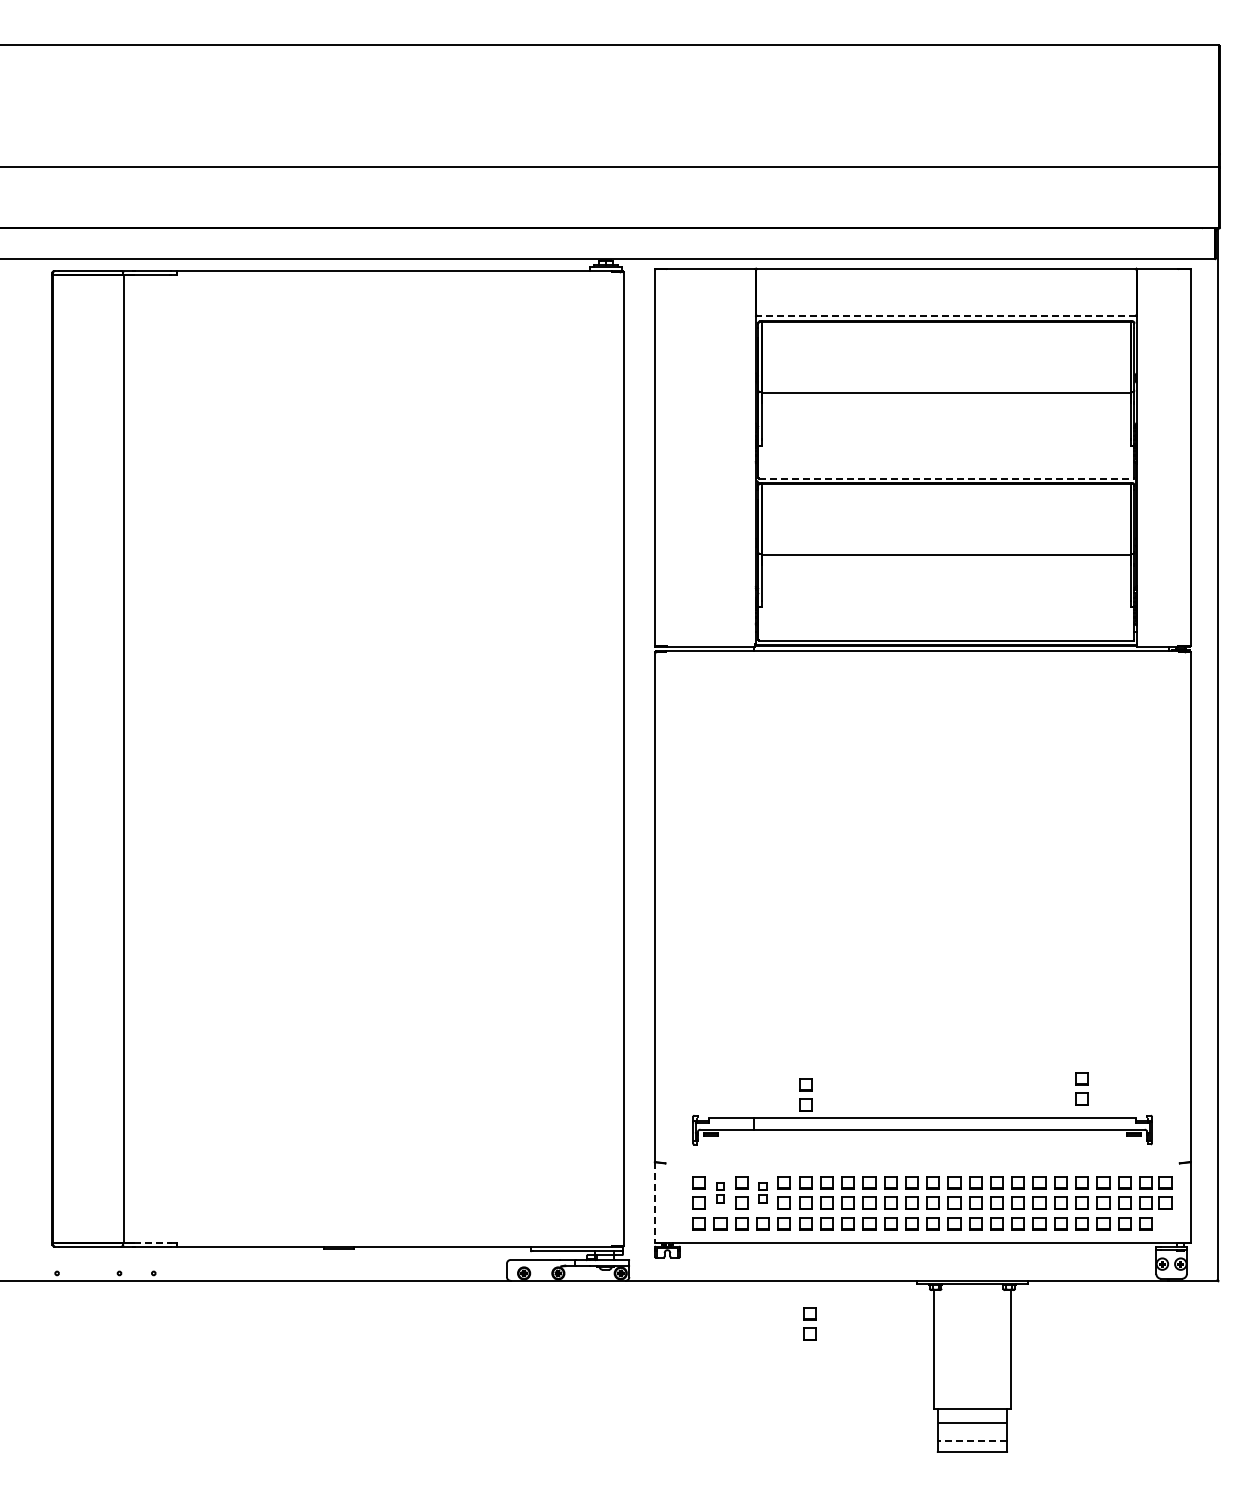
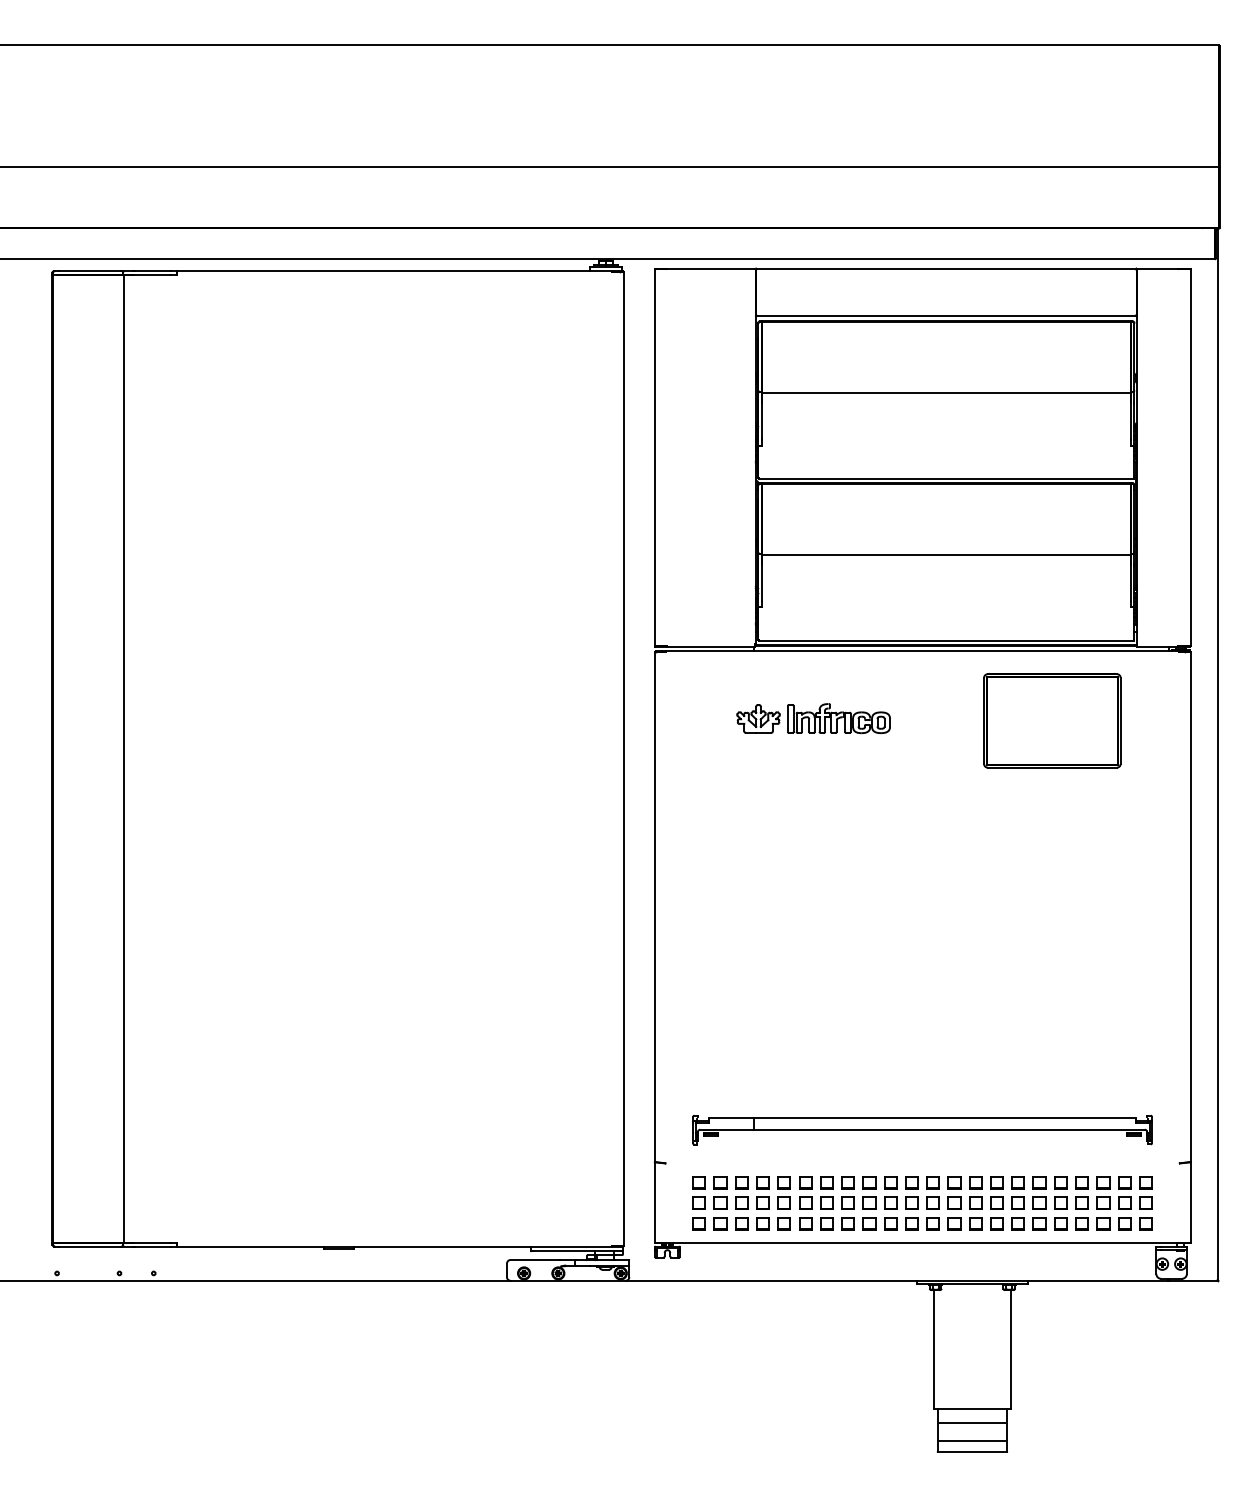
line at (946, 316): dashed -> solid
line at (946, 478): dashed -> solid
part at (813, 718): none -> present
part at (1052, 720): none -> present
part at (1081, 1088): present -> none
part at (805, 1094): present -> none
part at (720, 1192) size: 9x22 px -> 15x34 px
part at (762, 1192) size: 10x22 px -> 14x34 px
part at (1165, 1192): present -> none
line at (654, 1202): dashed -> solid
line at (152, 1242): dashed -> solid
part at (809, 1323): present -> none
line at (972, 1441): dashed -> solid
